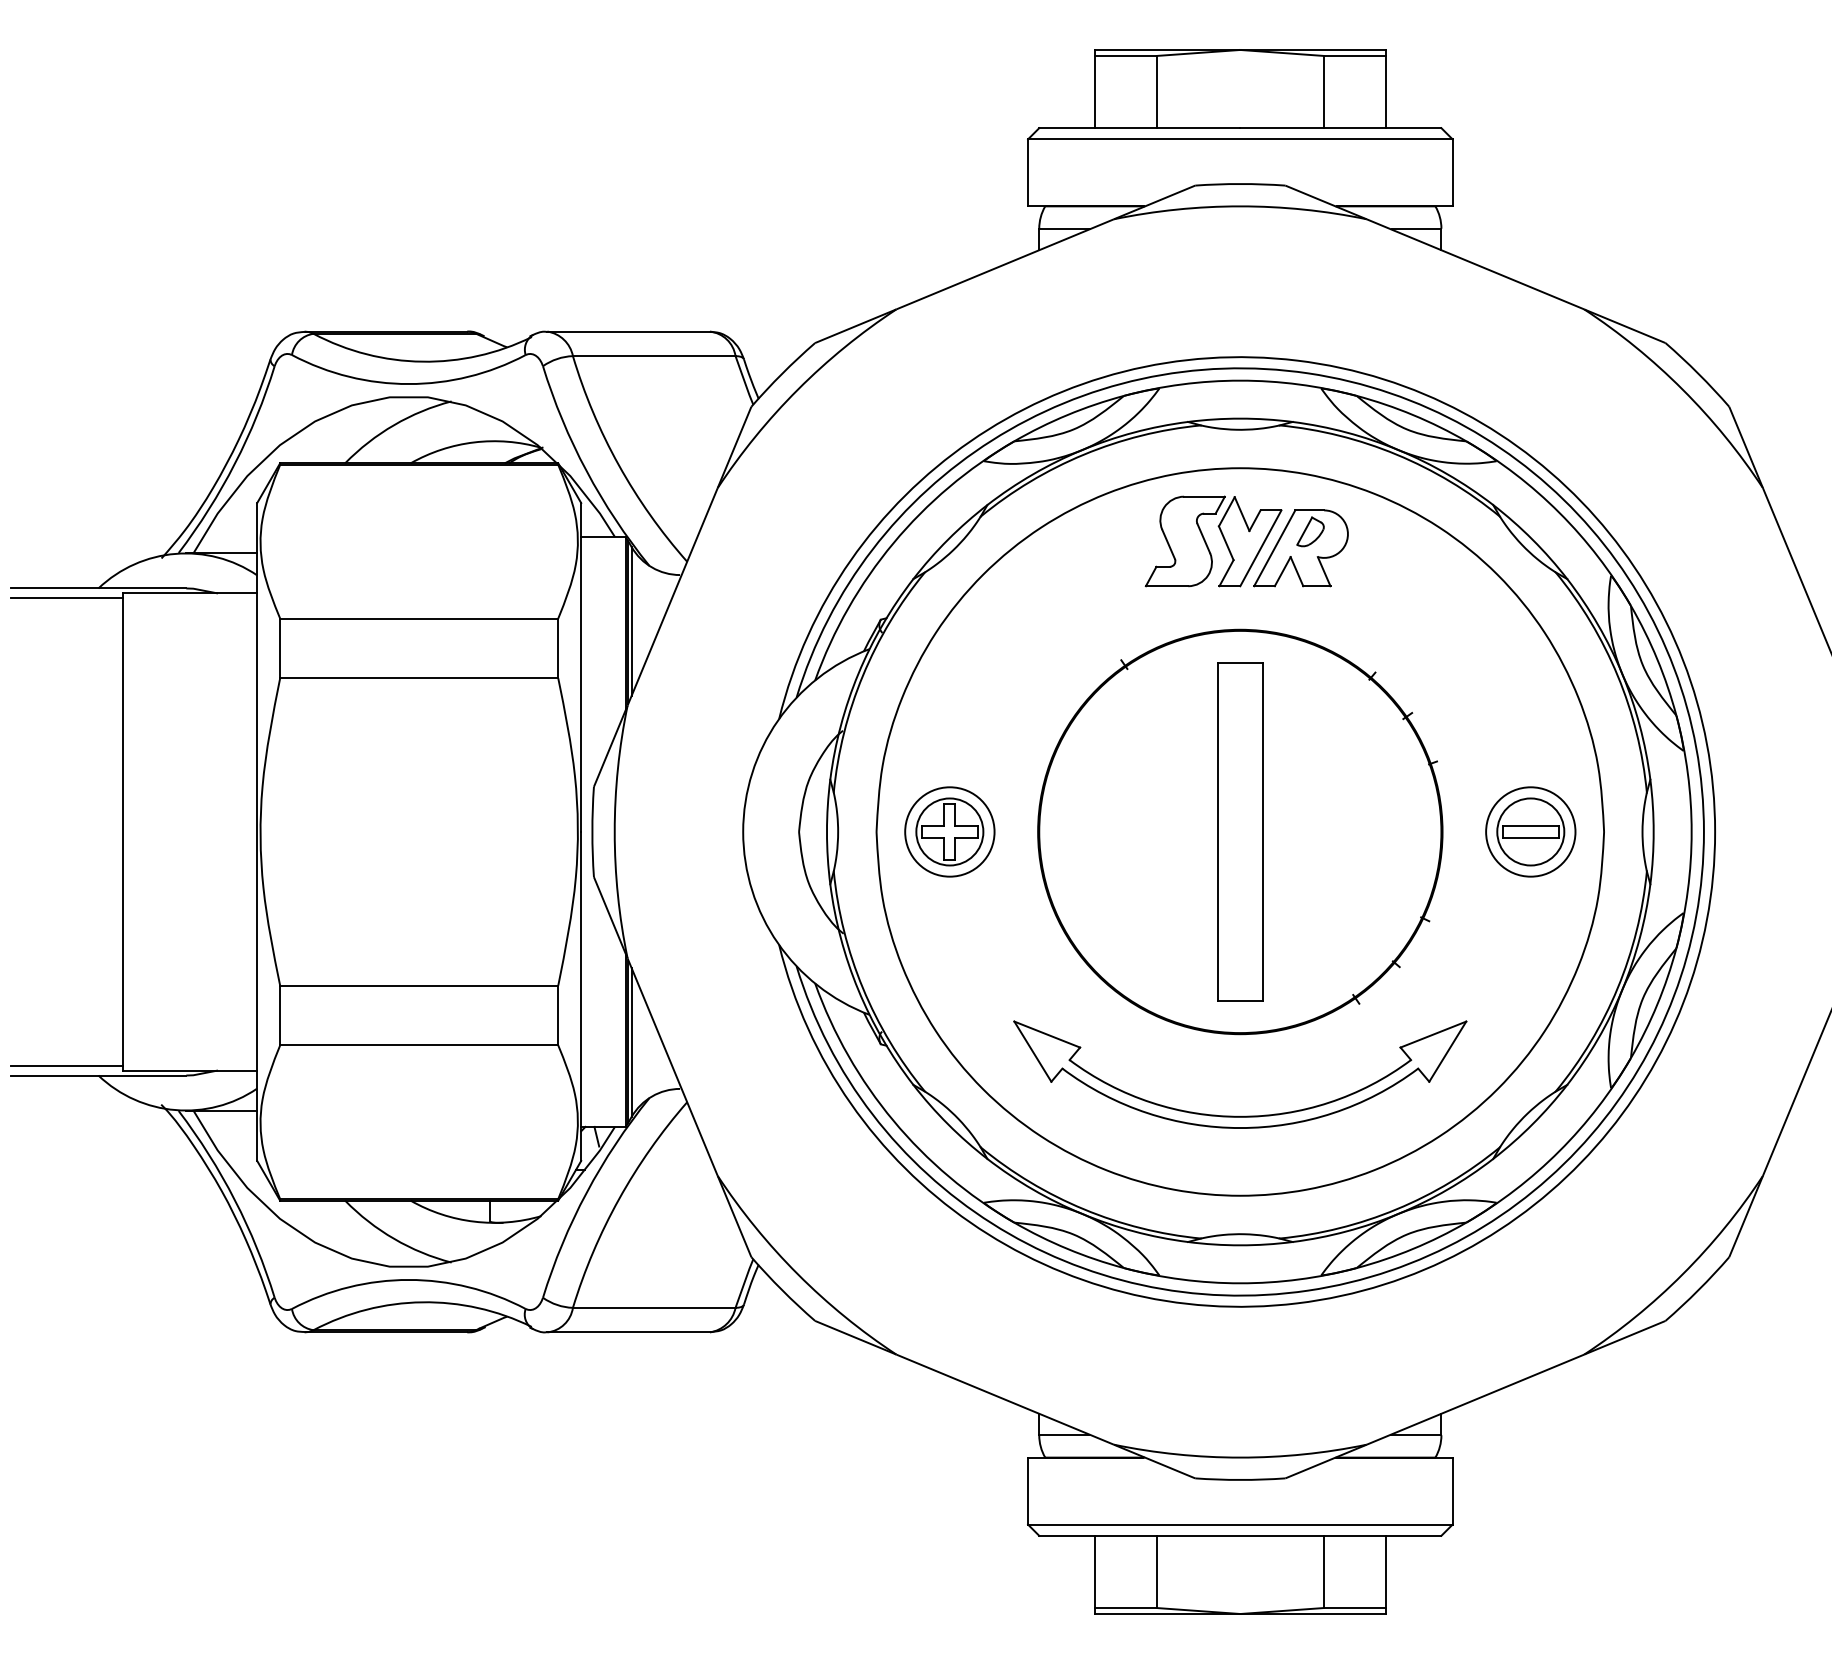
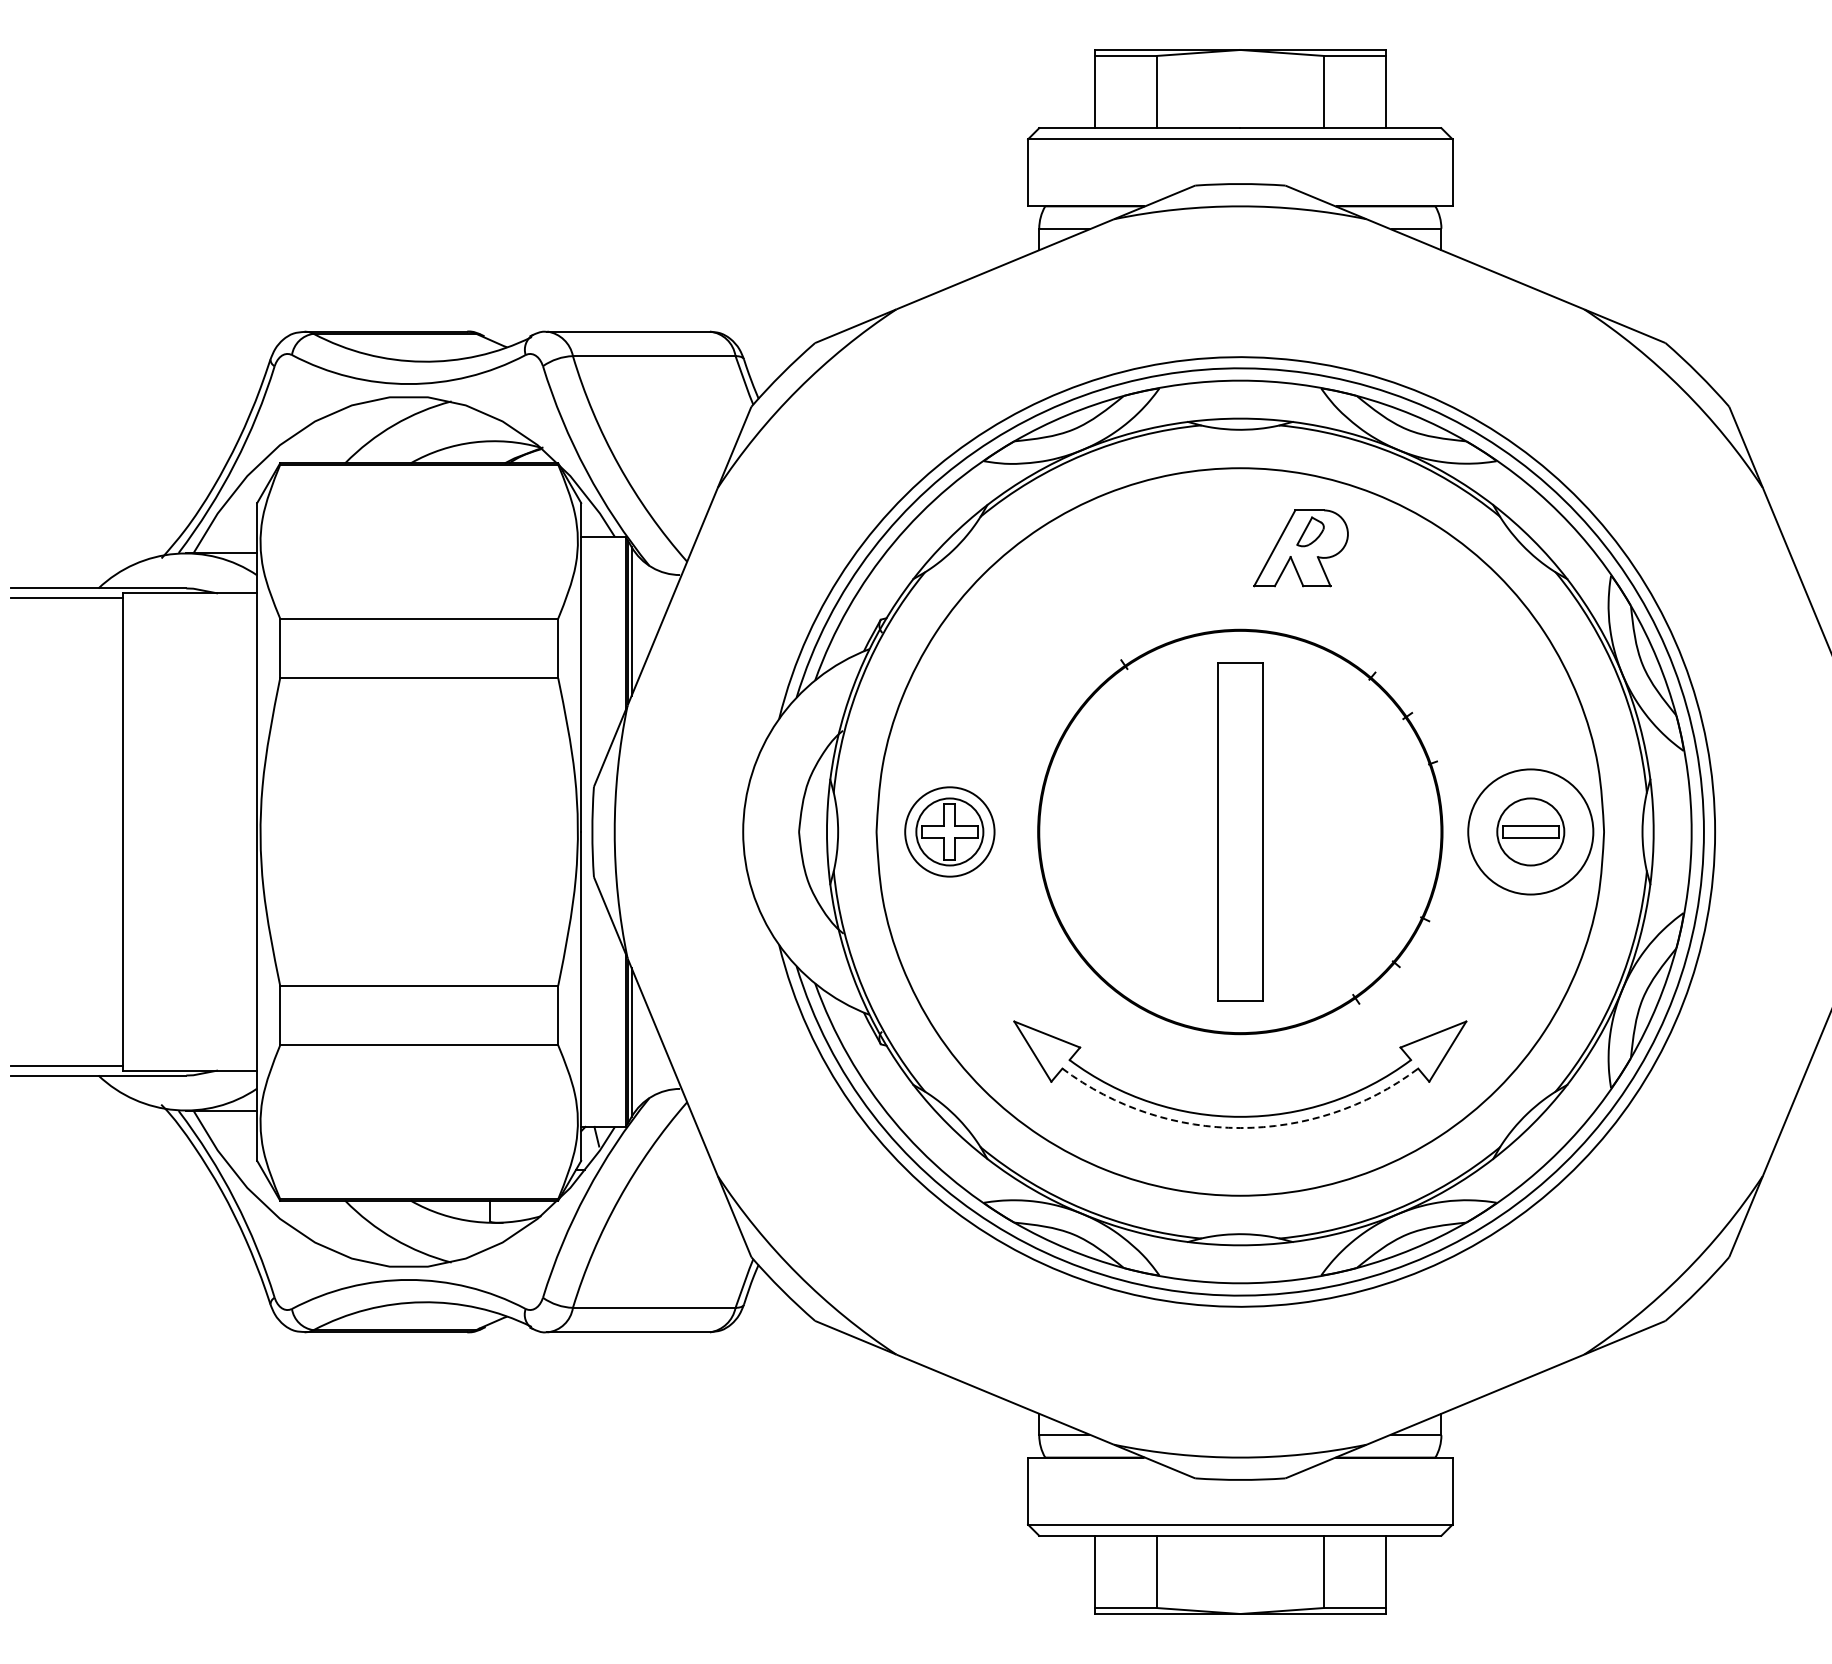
part at (1207, 544): present -> none
circle at (1530, 831) diameter: 89 px -> 125 px
arc at (1240, 1128): solid -> dashed
